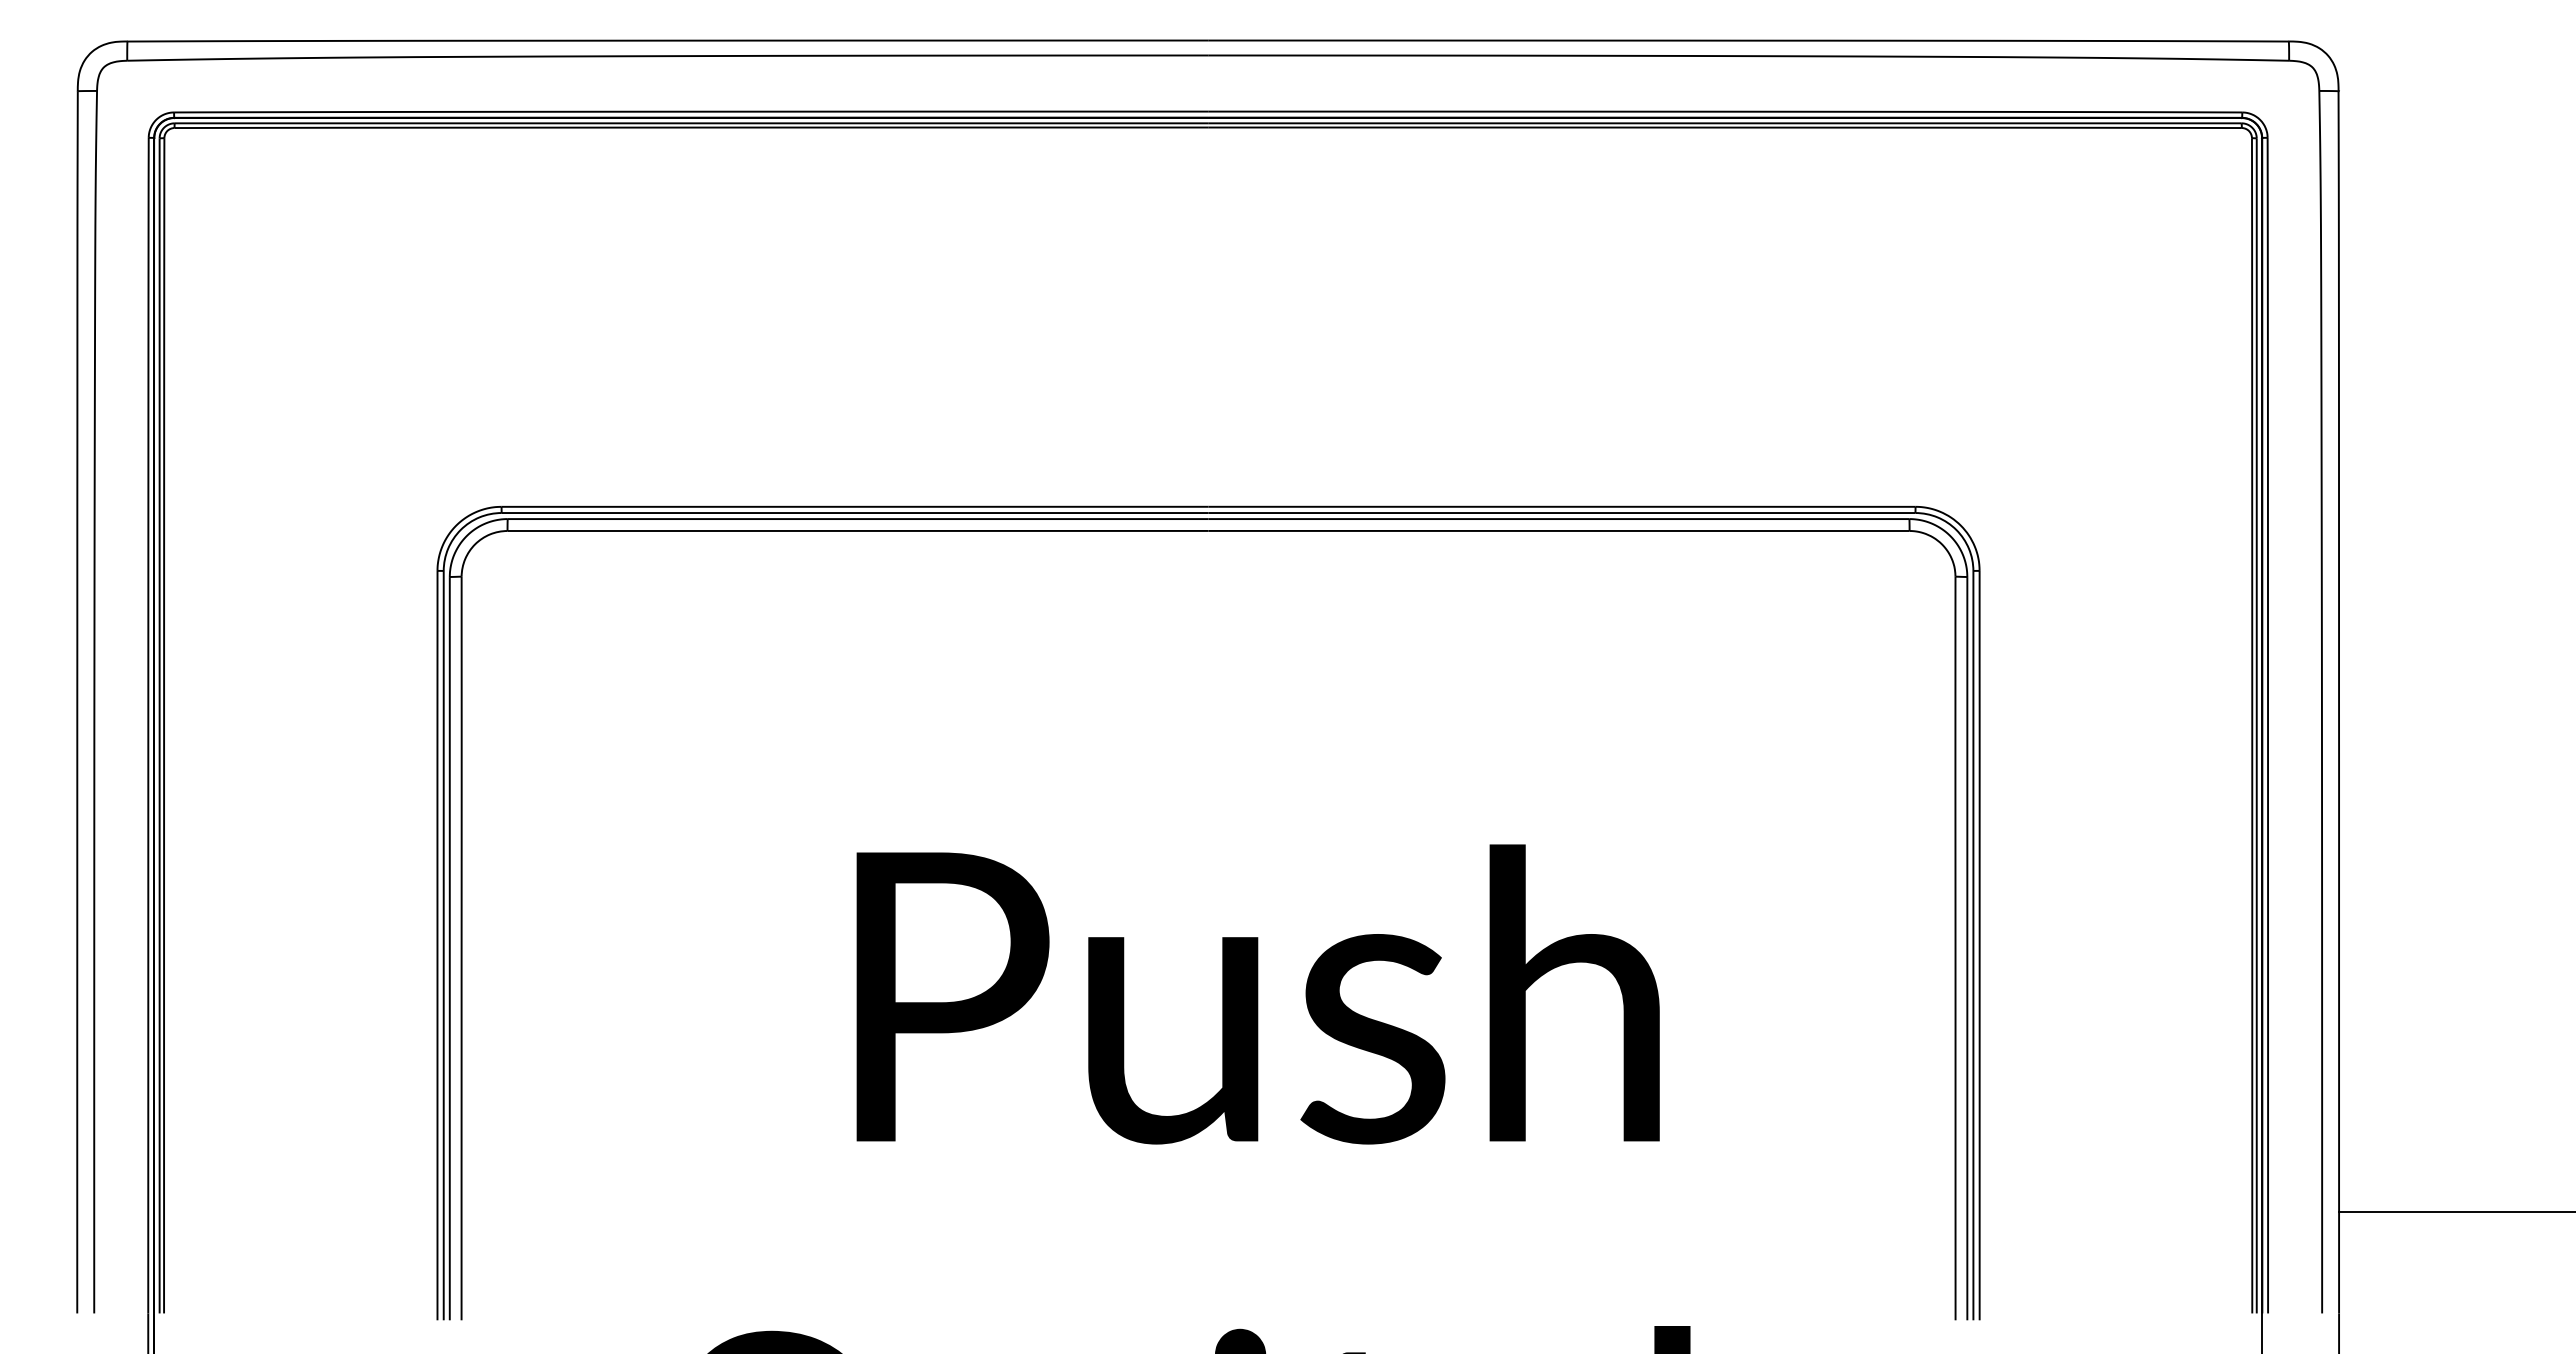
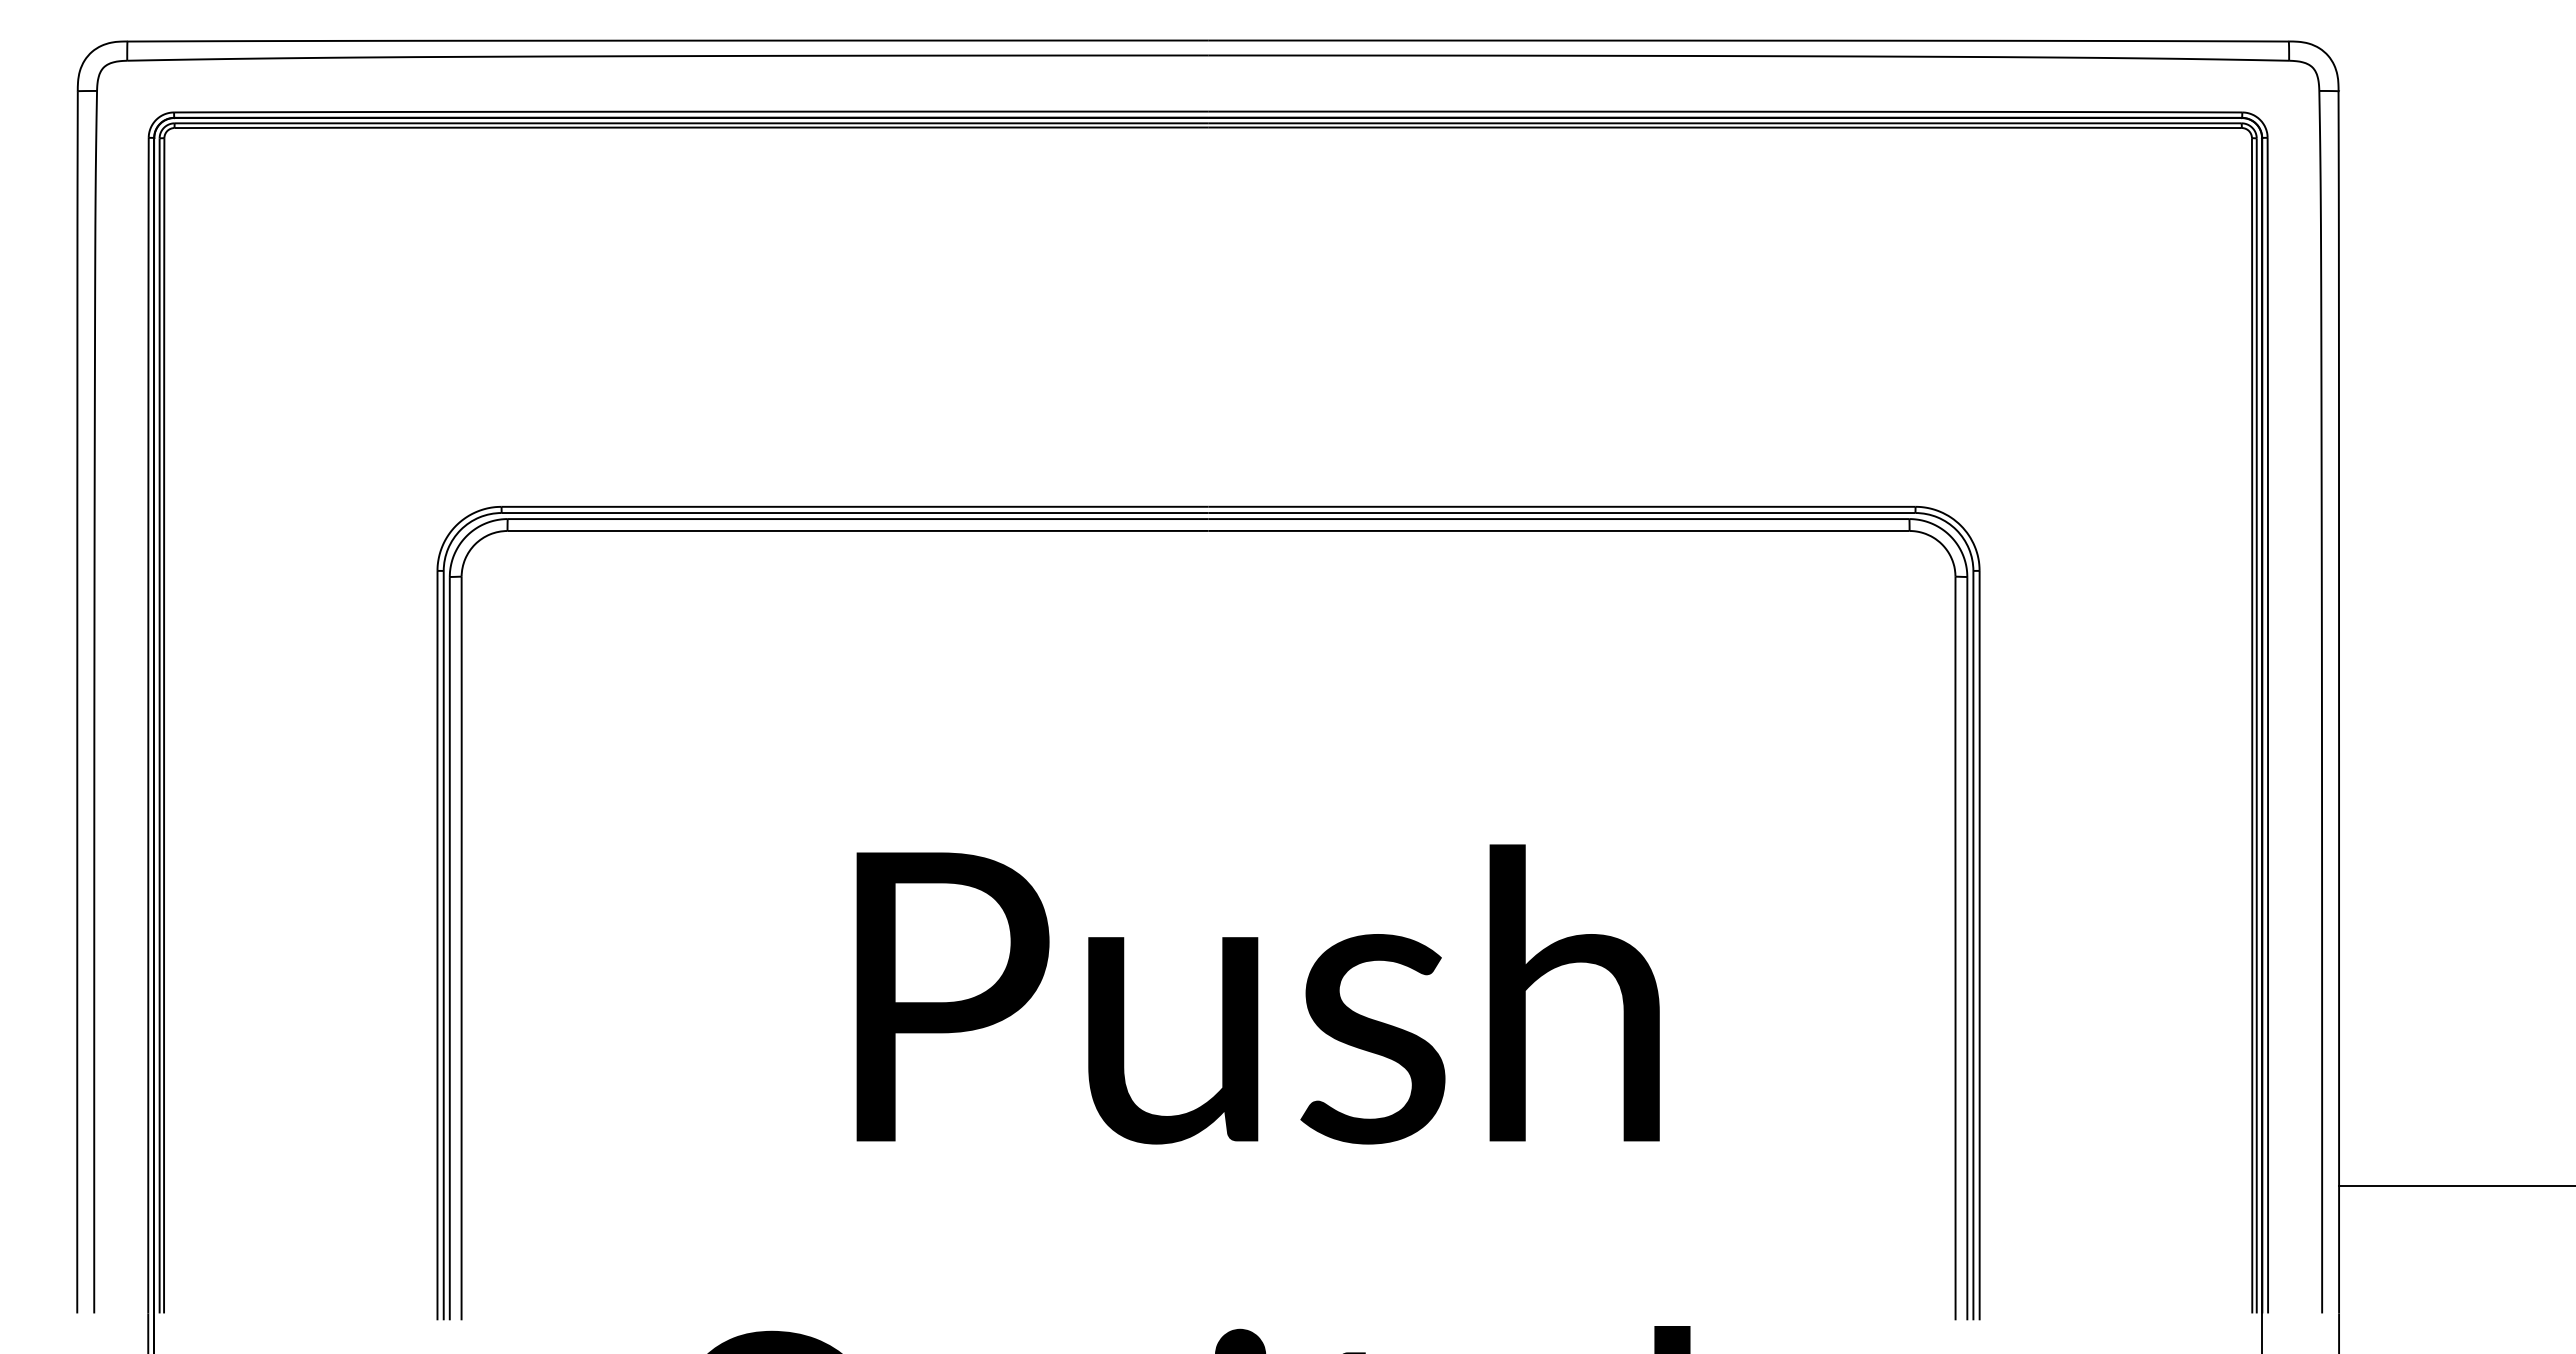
line at (2455, 1212) position: (2455, 1212) -> (2455, 1186)
